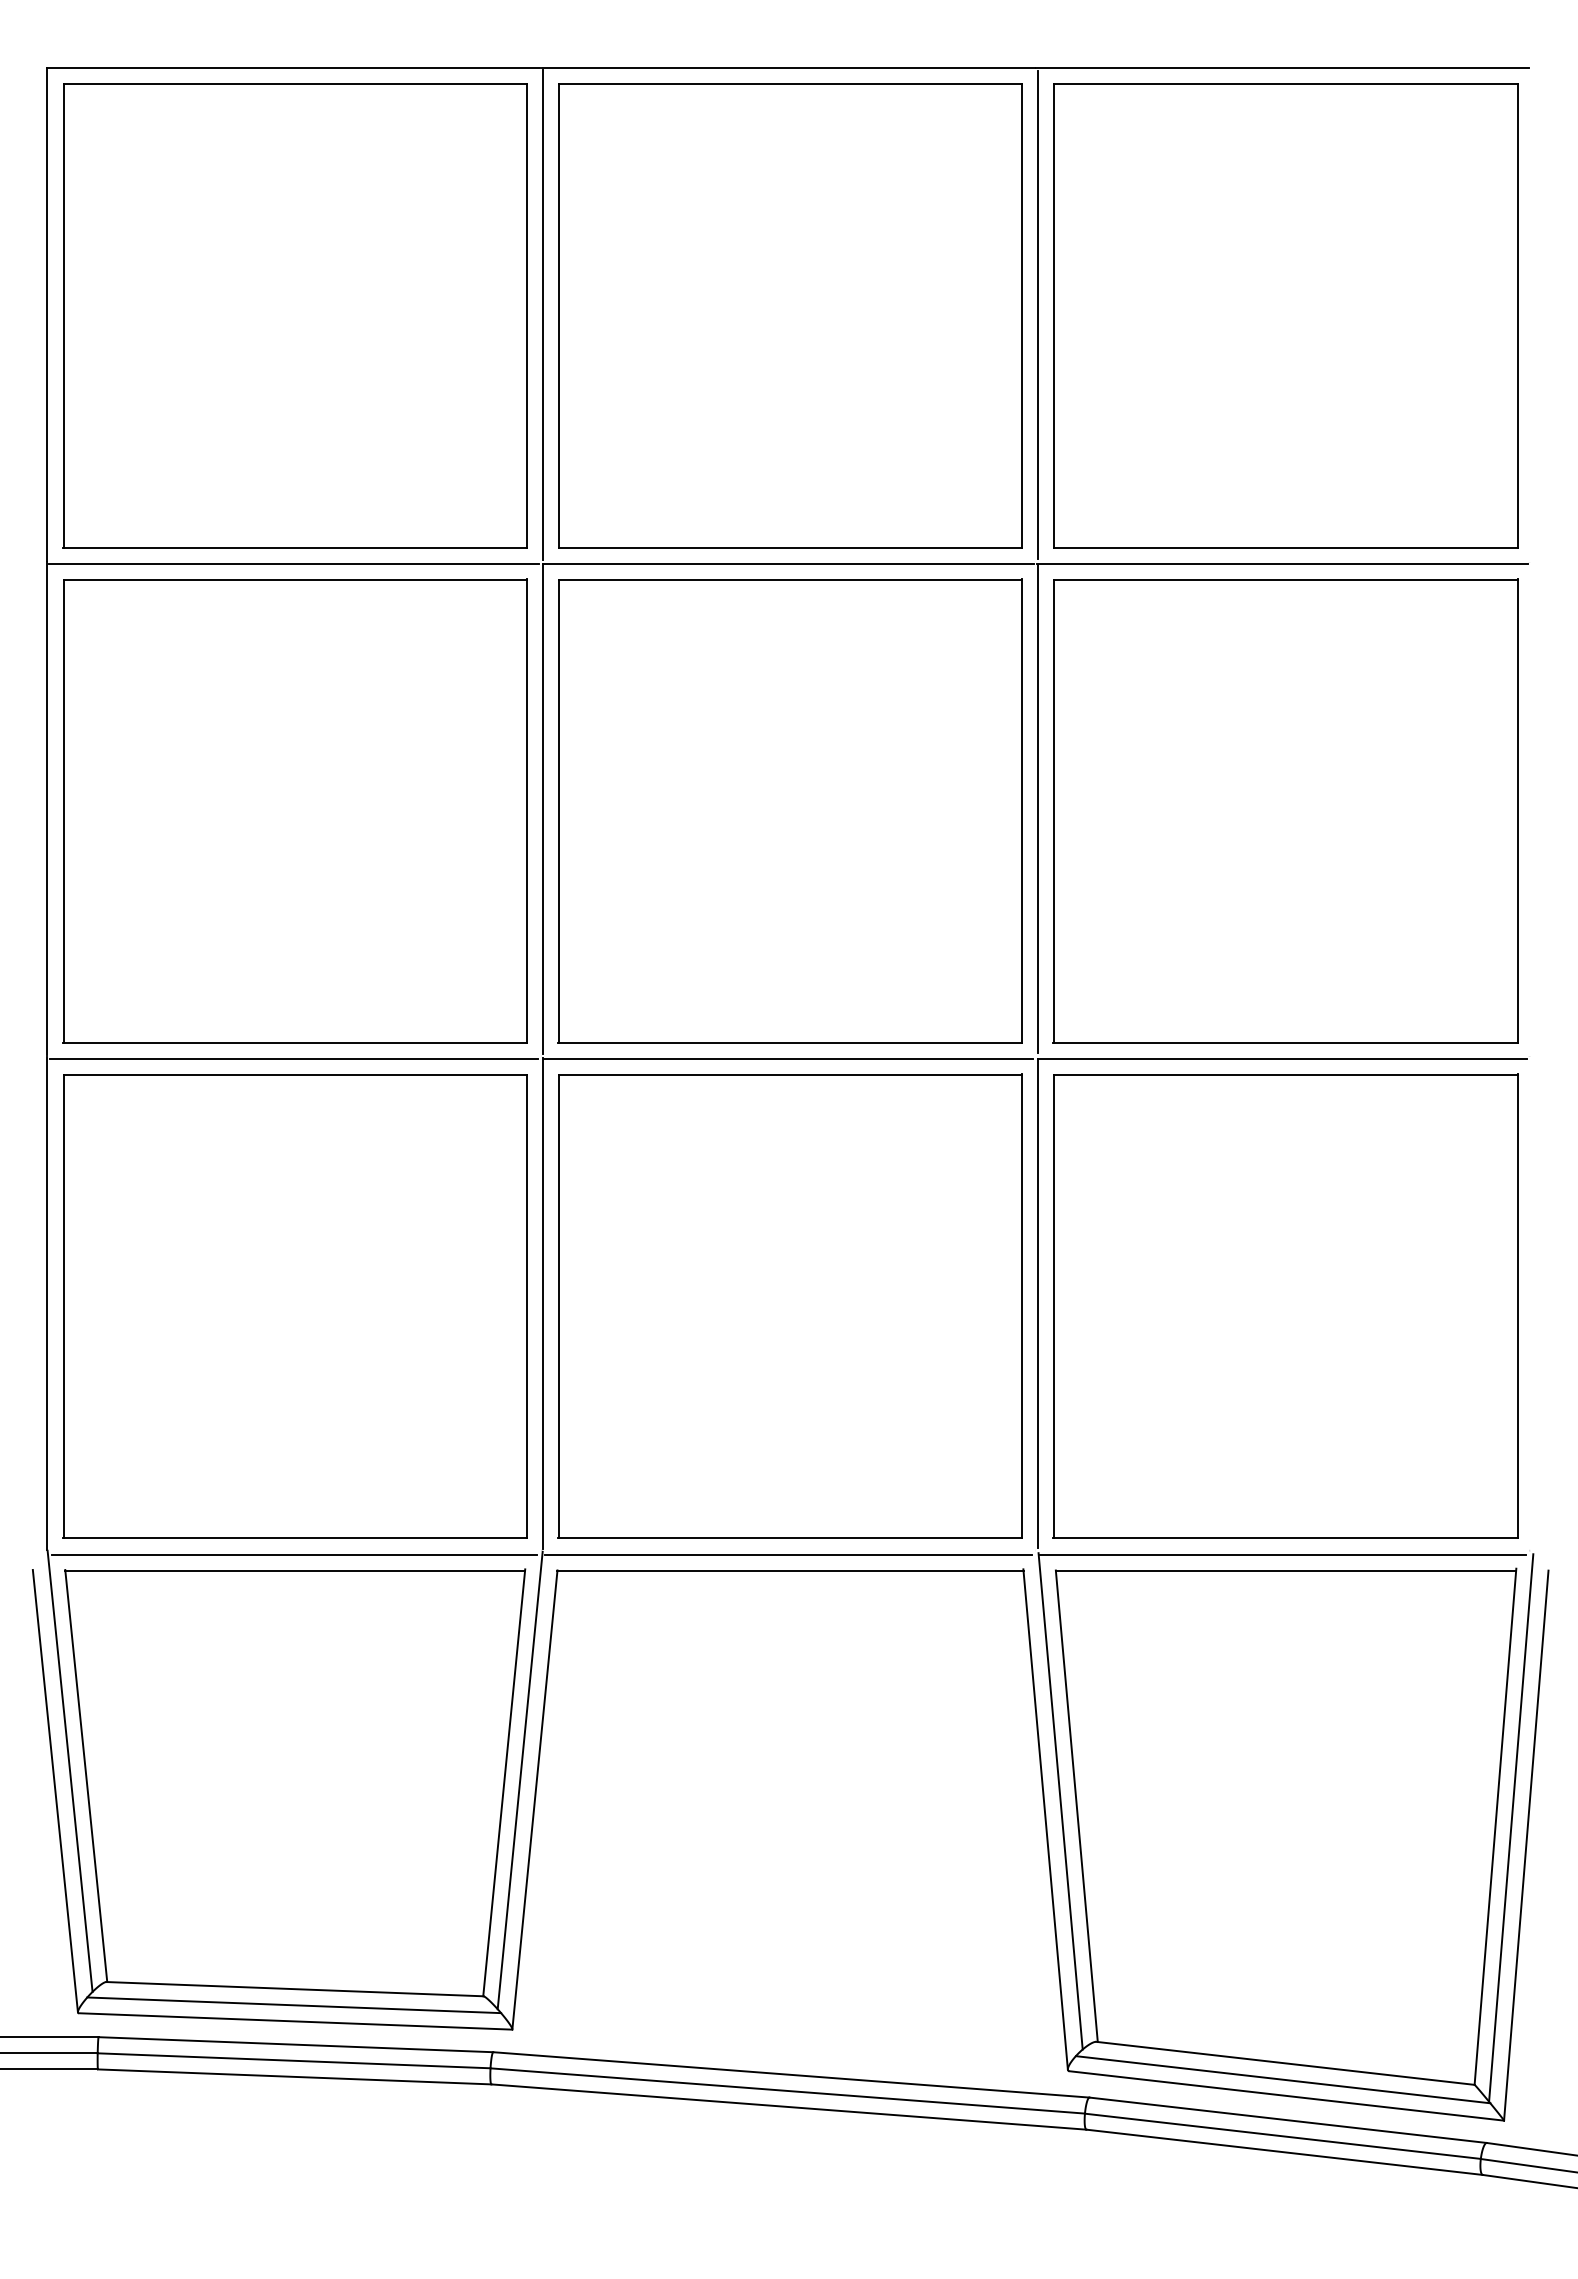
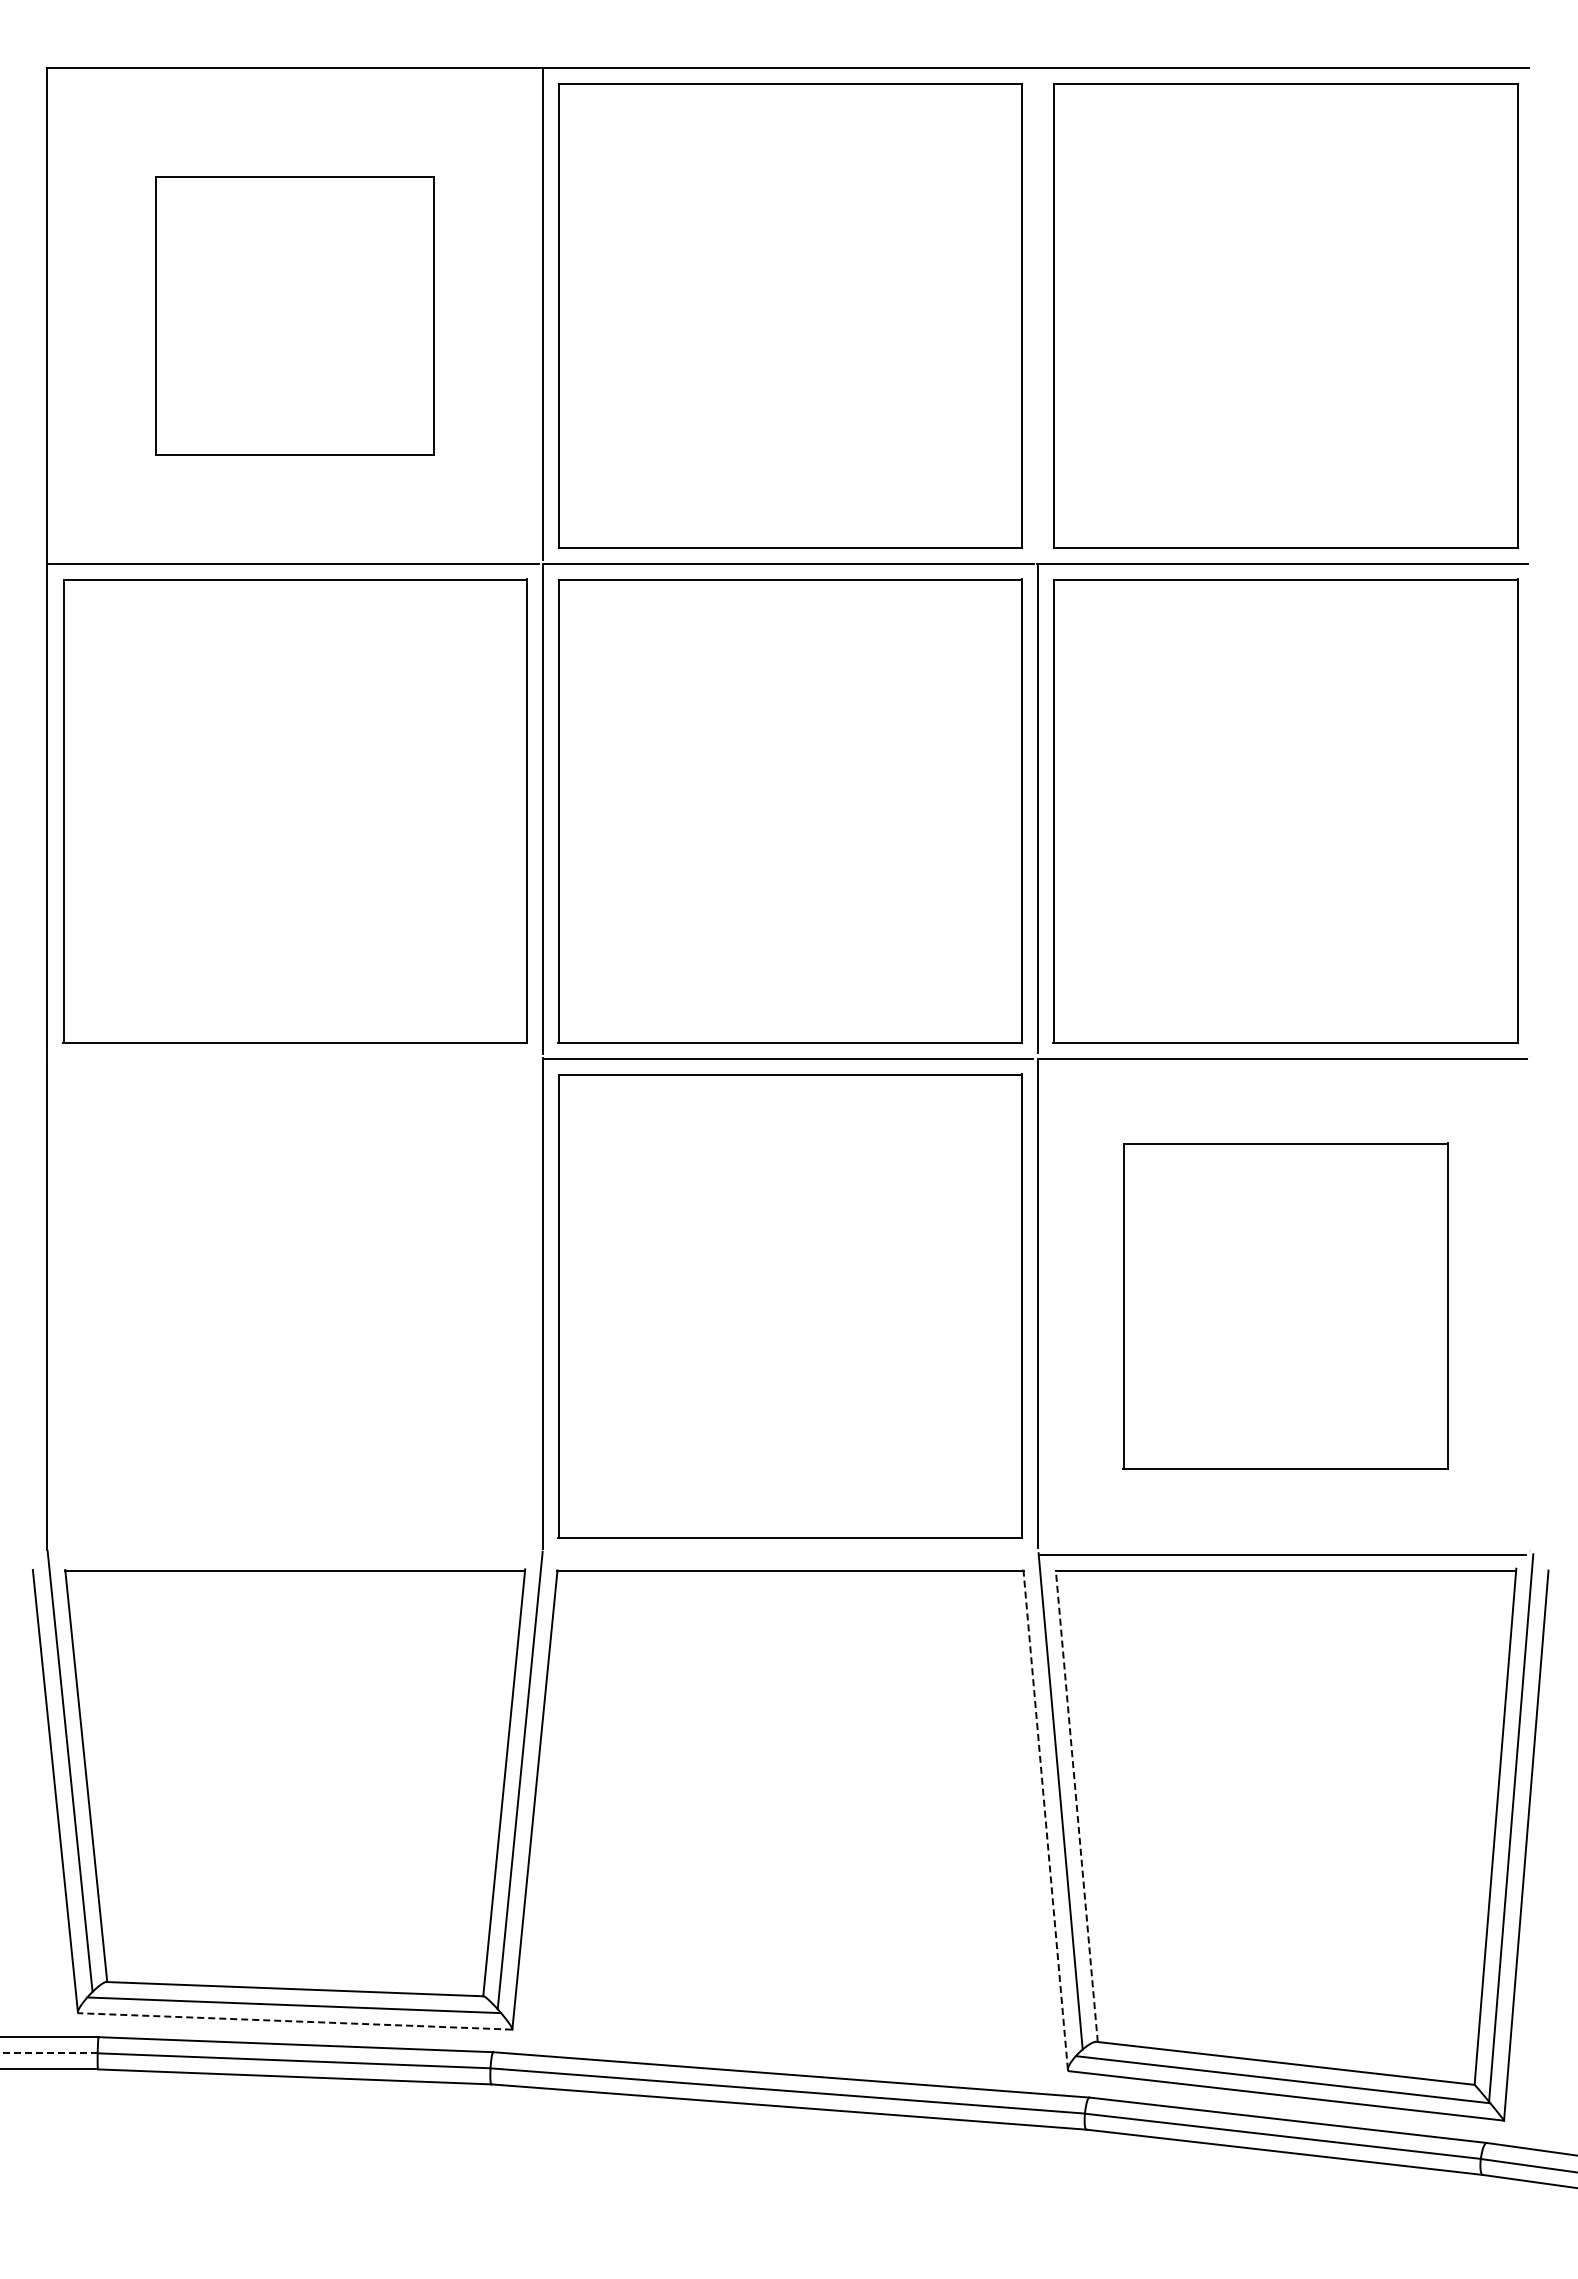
line at (1038, 314): present -> none
part at (294, 315) size: 466x466 px -> 280x280 px
line at (294, 1059): present -> none
part at (1285, 1305) size: 467x466 px -> 327x328 px
part at (294, 1306): present -> none
line at (293, 1554): present -> none
line at (788, 1554): present -> none
line at (1076, 1806): solid -> dashed
line at (1045, 1819): solid -> dashed
line at (295, 2021): solid -> dashed
line at (48, 2053): solid -> dashed
